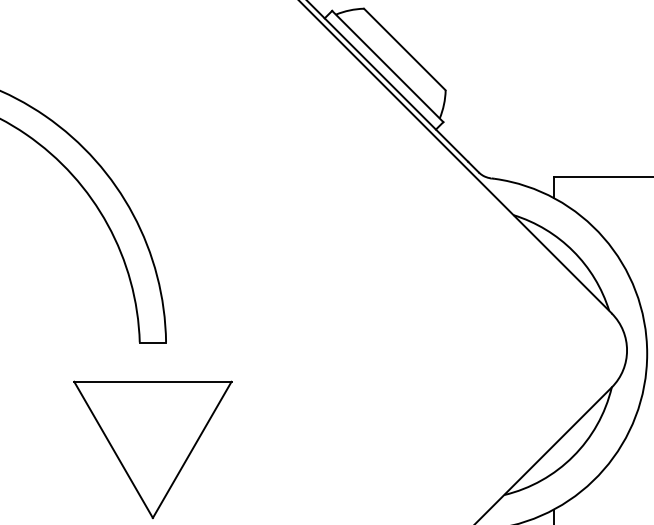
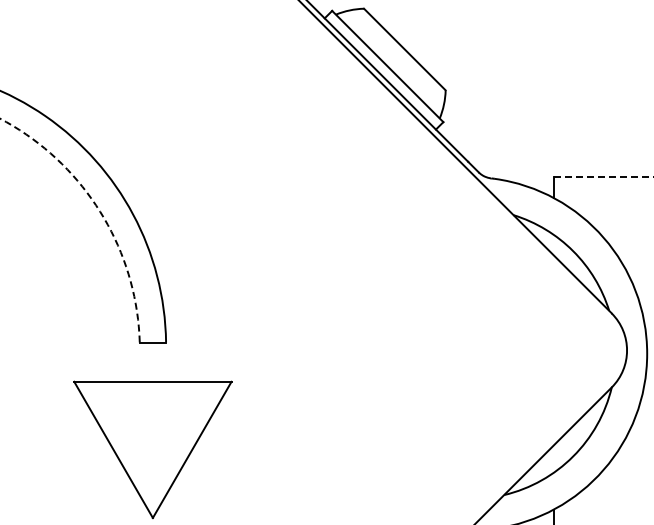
line at (604, 177): solid -> dashed
arc at (100, 211): solid -> dashed
